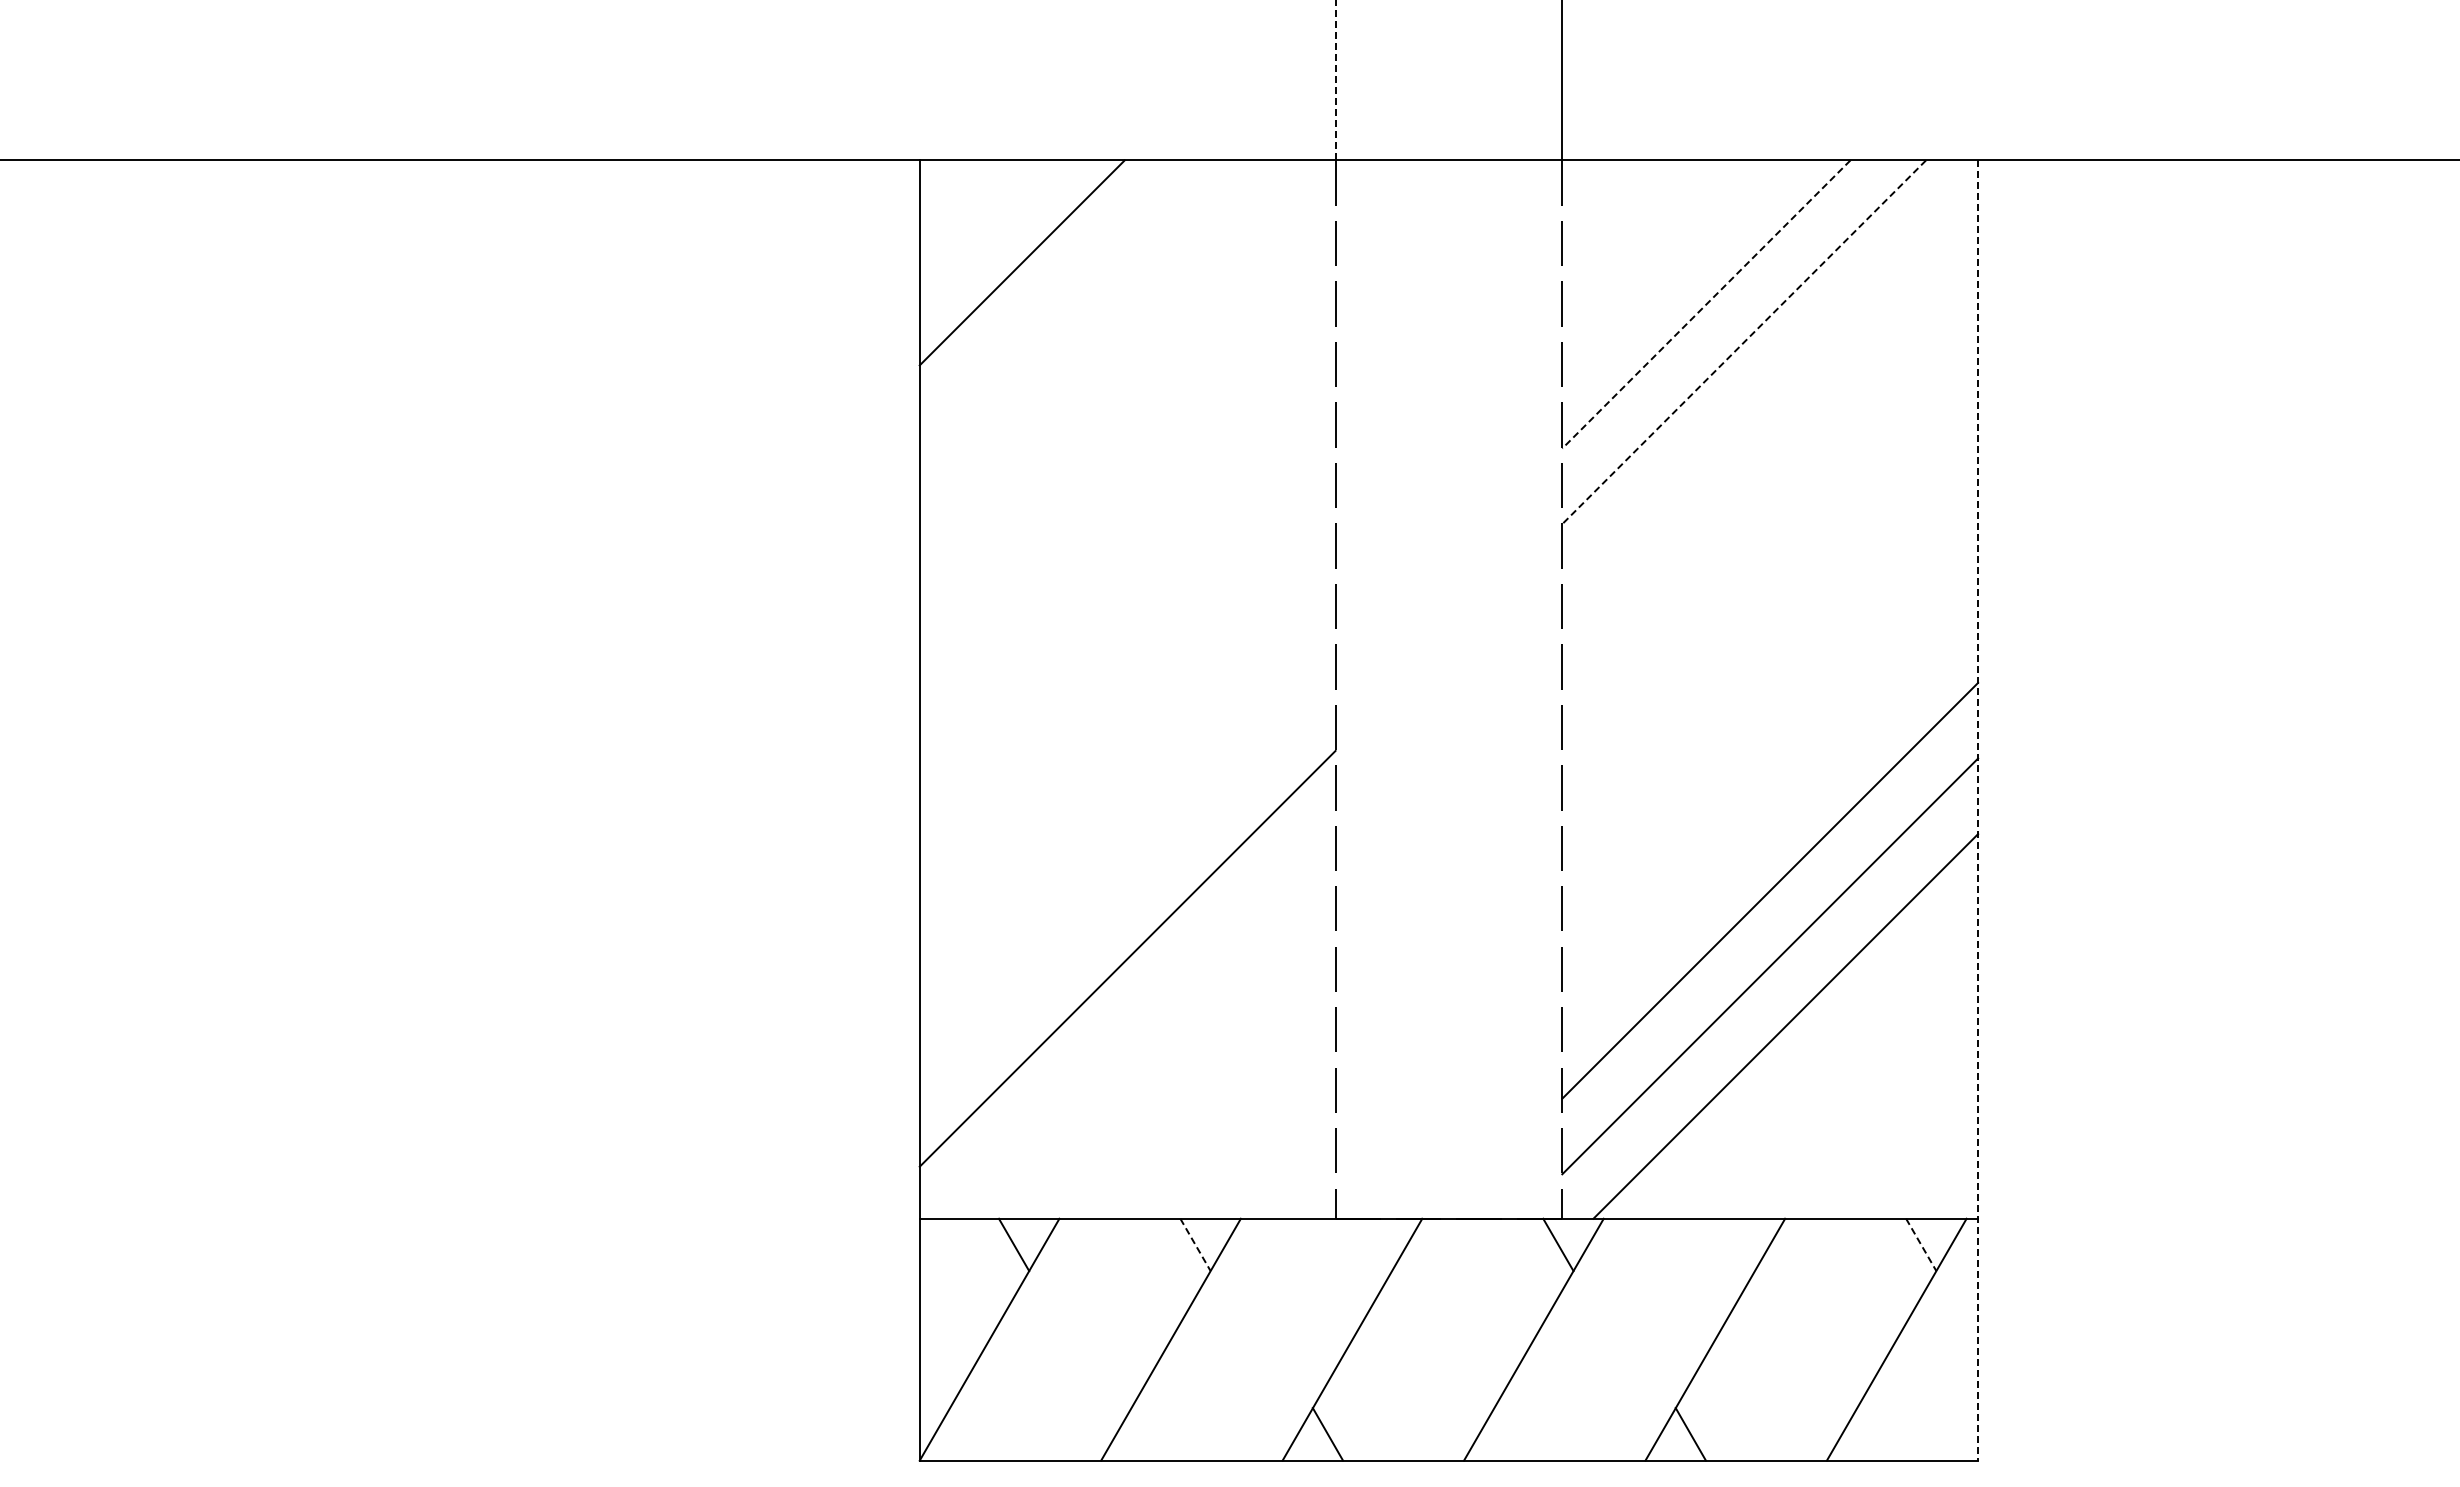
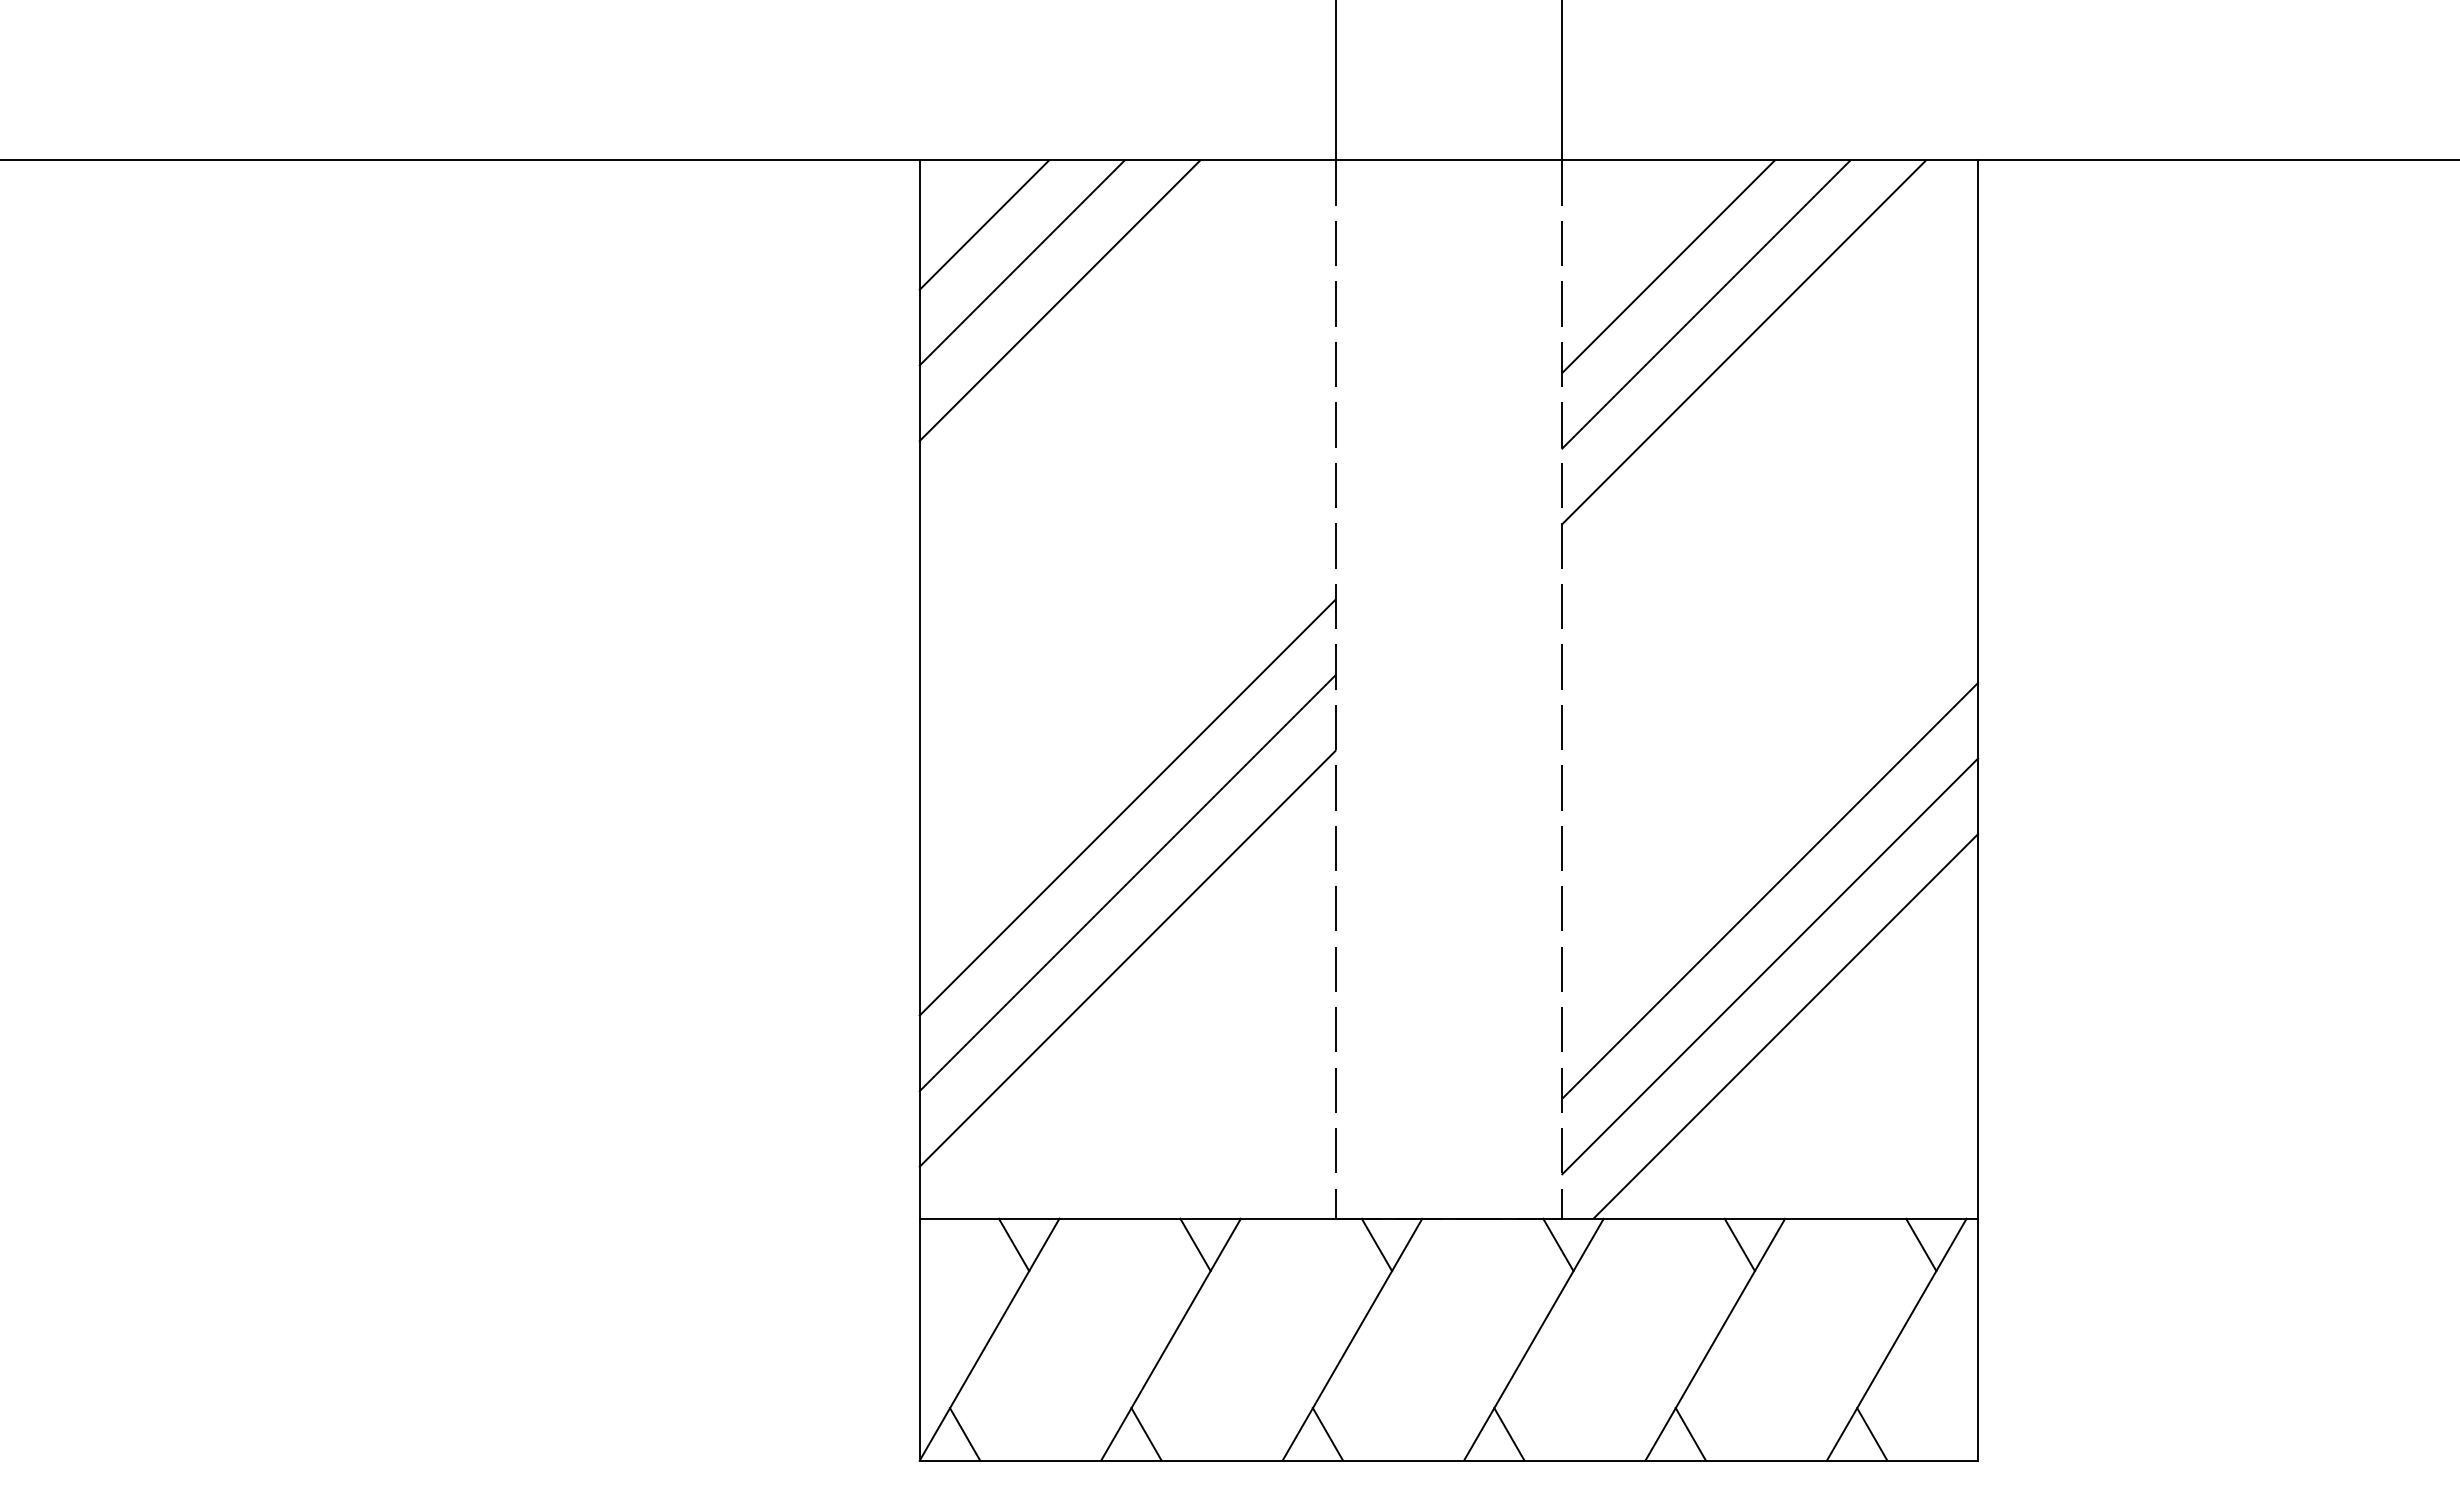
line at (1335, 80): dashed -> solid
line at (984, 224): none -> present
line at (1668, 266): none -> present
line at (1059, 300): none -> present
line at (1706, 304): dashed -> solid
line at (1743, 342): dashed -> solid
line at (1127, 807): none -> present
line at (1978, 811): dashed -> solid
line at (1127, 883): none -> present
line at (1376, 1244): none -> present
line at (1739, 1244): none -> present
line at (1195, 1245): dashed -> solid
line at (1921, 1245): dashed -> solid
line at (964, 1434): none -> present
line at (1146, 1434): none -> present
line at (1509, 1434): none -> present
line at (1872, 1434): none -> present
